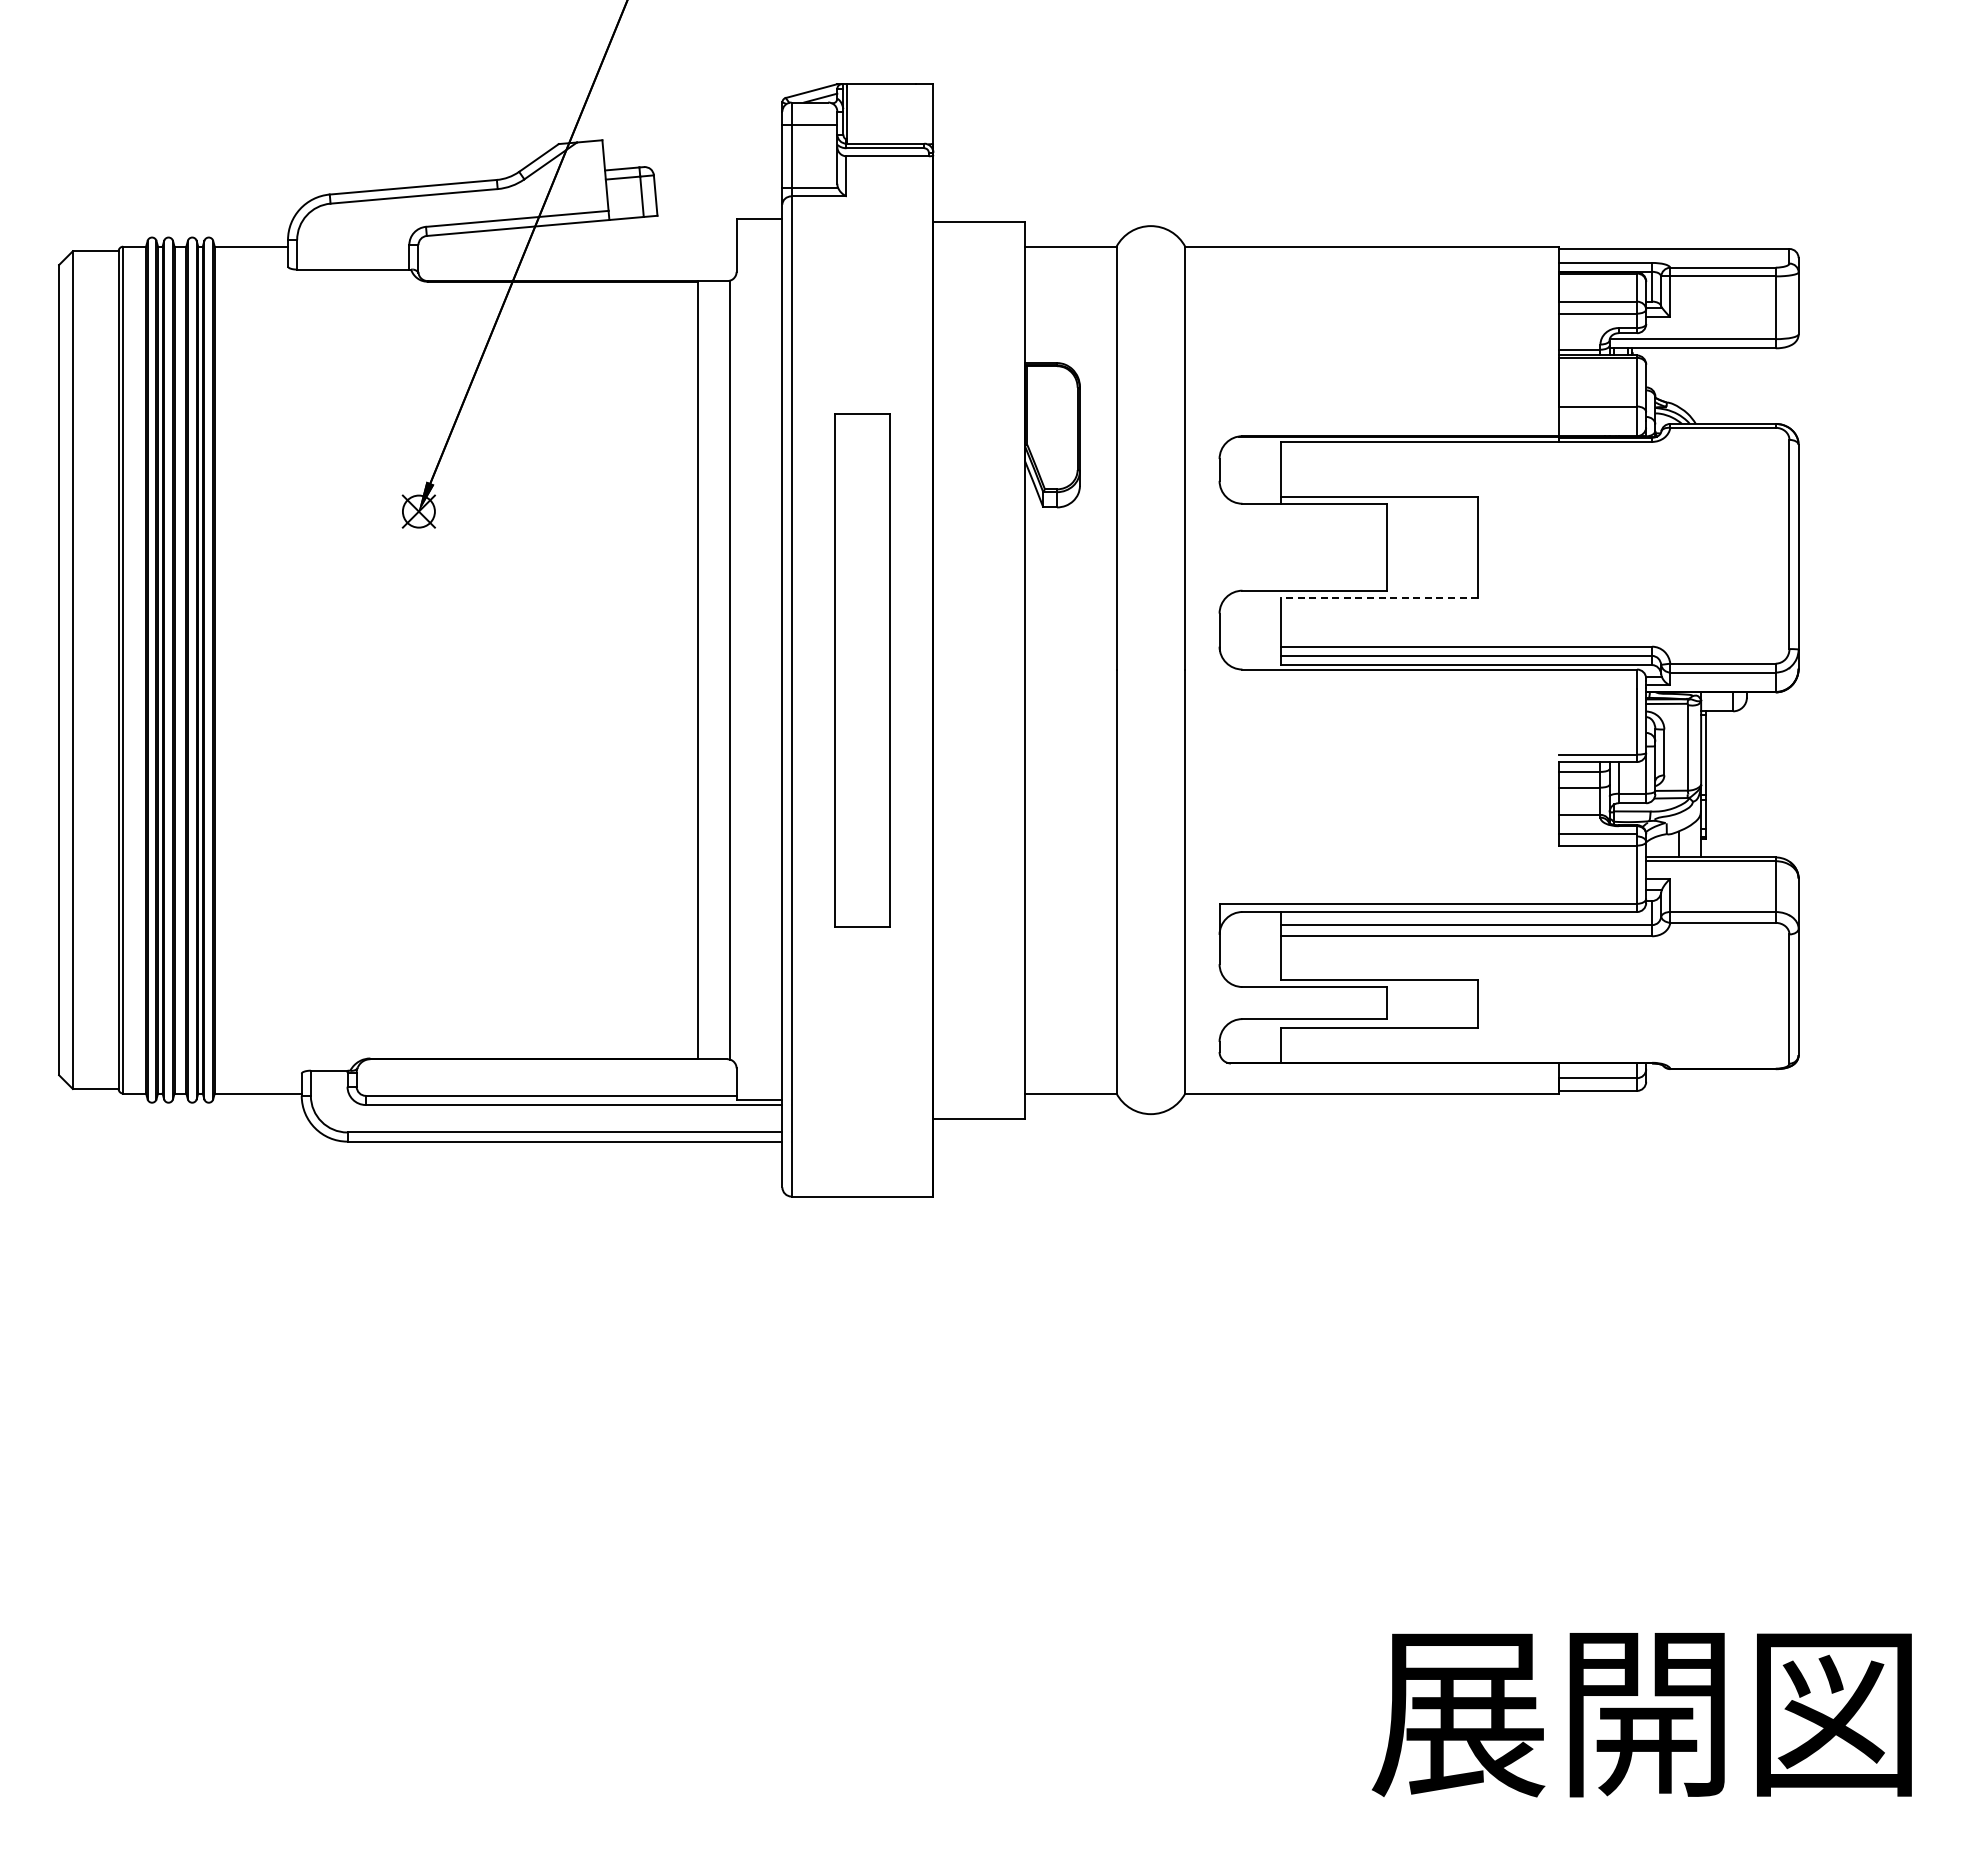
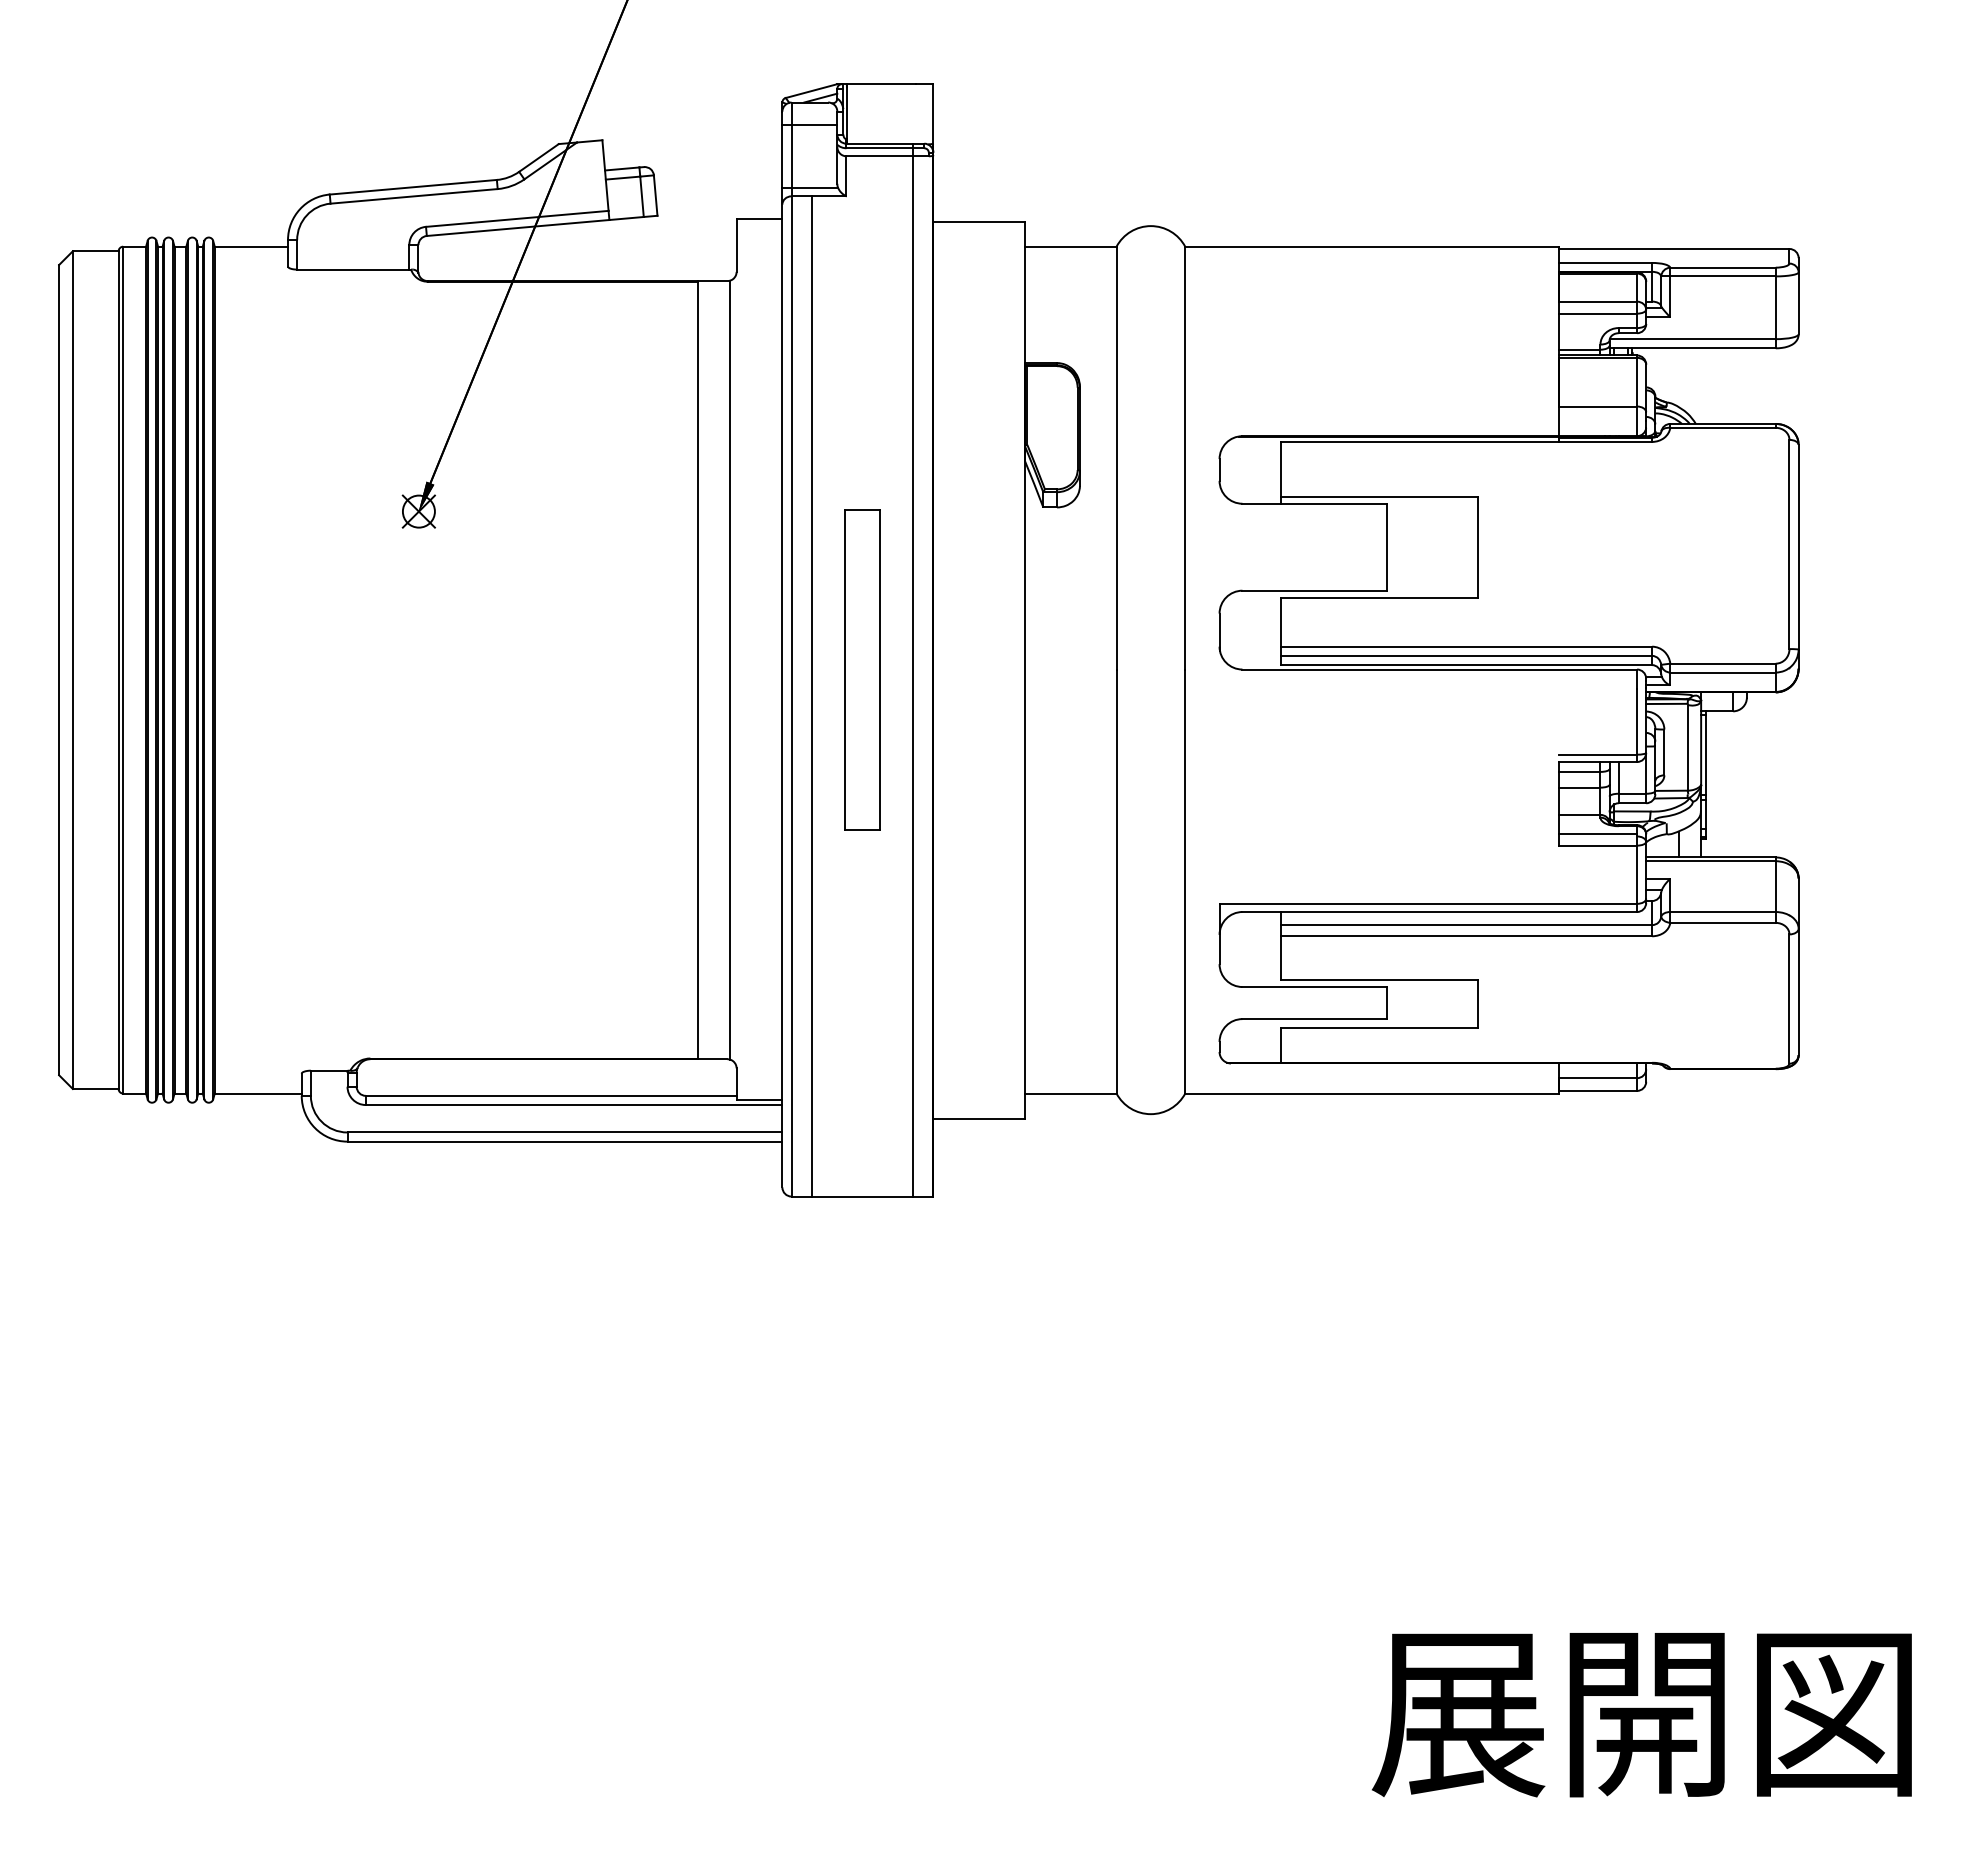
line at (1379, 597): dashed -> solid
line at (912, 669): none -> present
part at (862, 670) size: 57x515 px -> 37x322 px
line at (812, 696): none -> present
